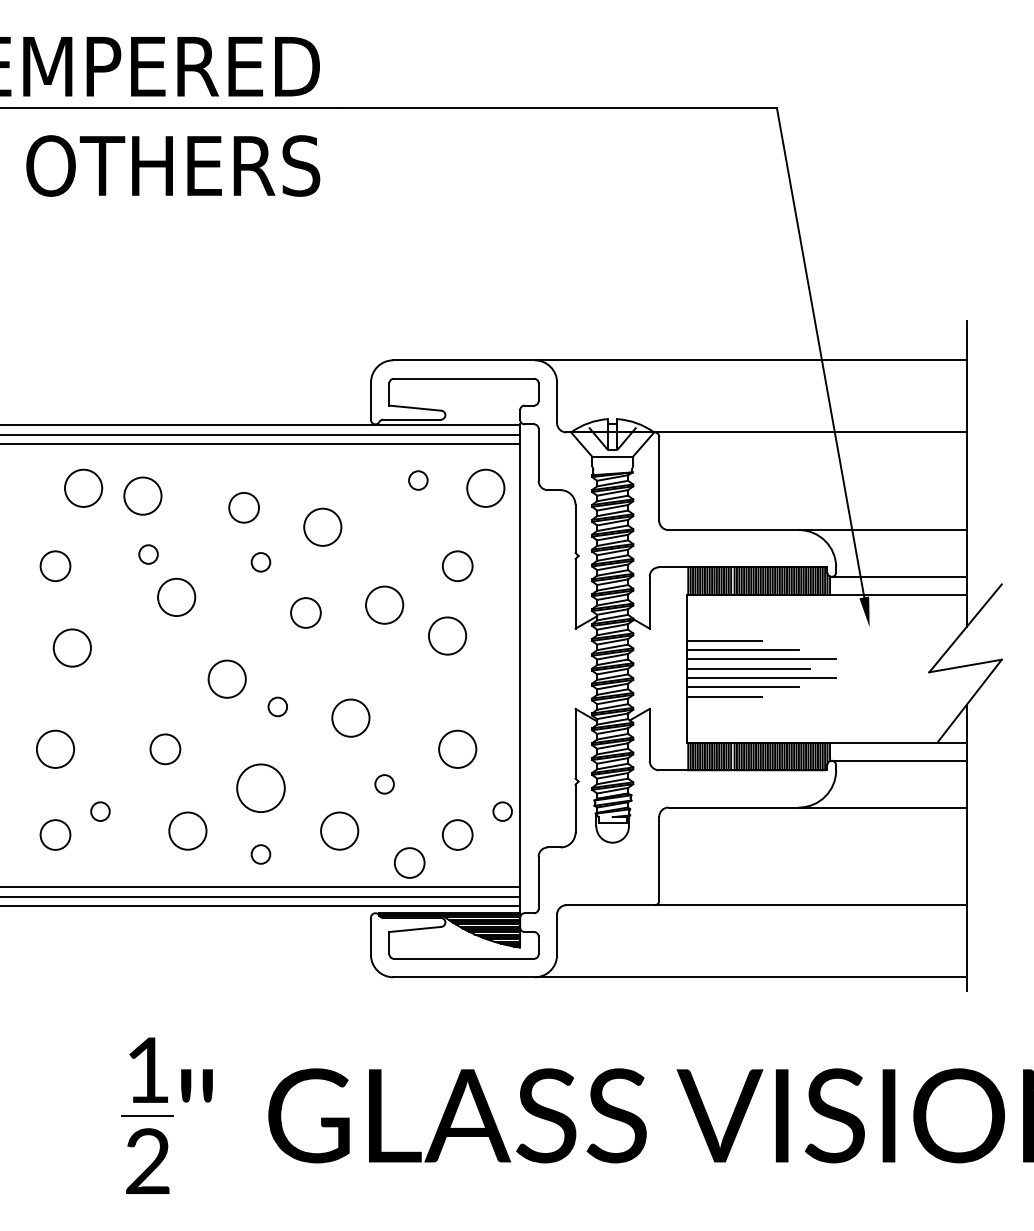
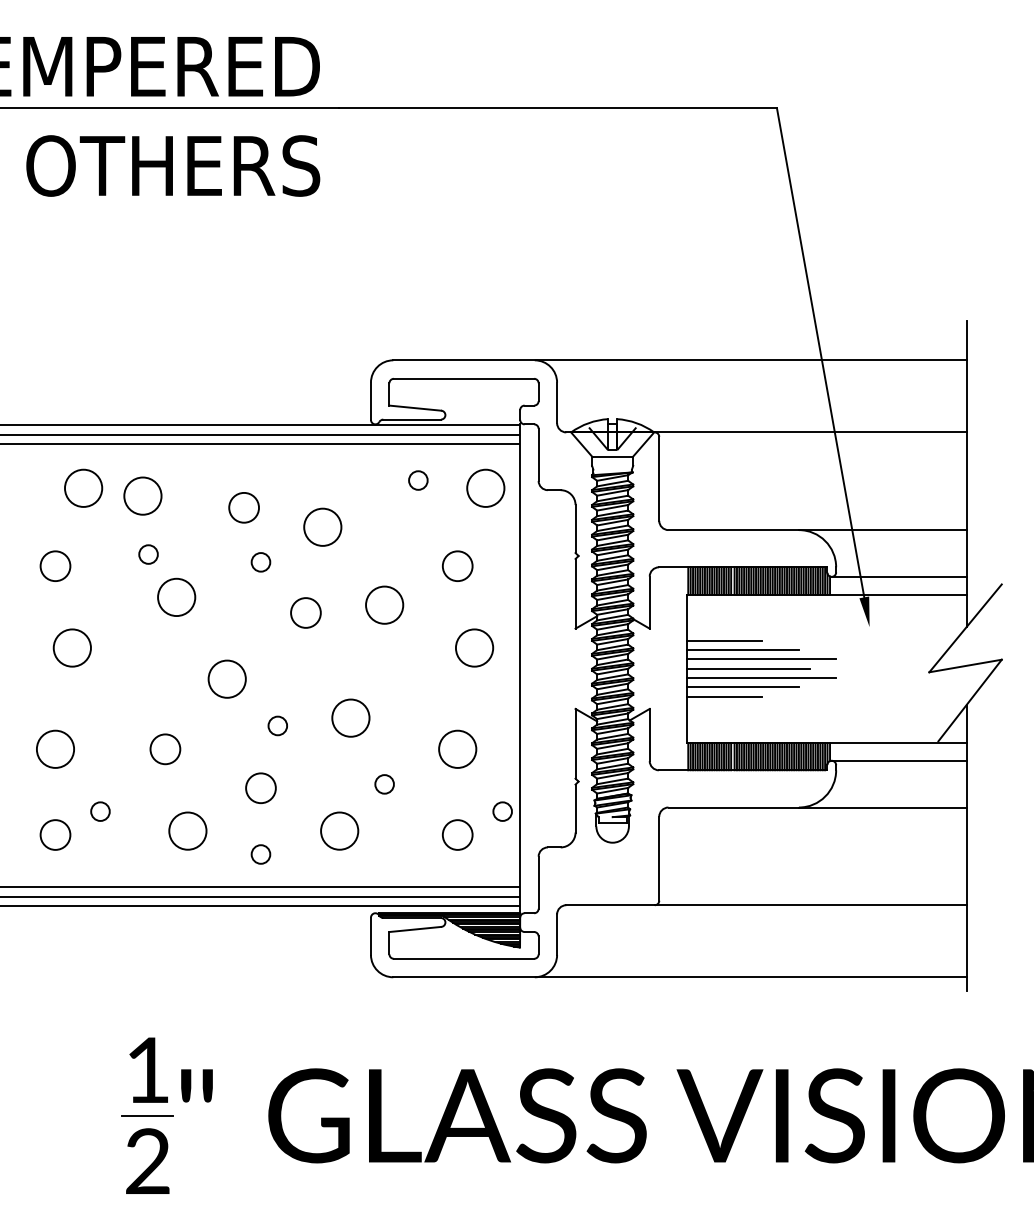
circle at (447, 635) position: (447, 635) -> (474, 647)
circle at (277, 706) position: (277, 706) -> (277, 725)
circle at (260, 788) diameter: 48 px -> 30 px
circle at (409, 862): present -> none
